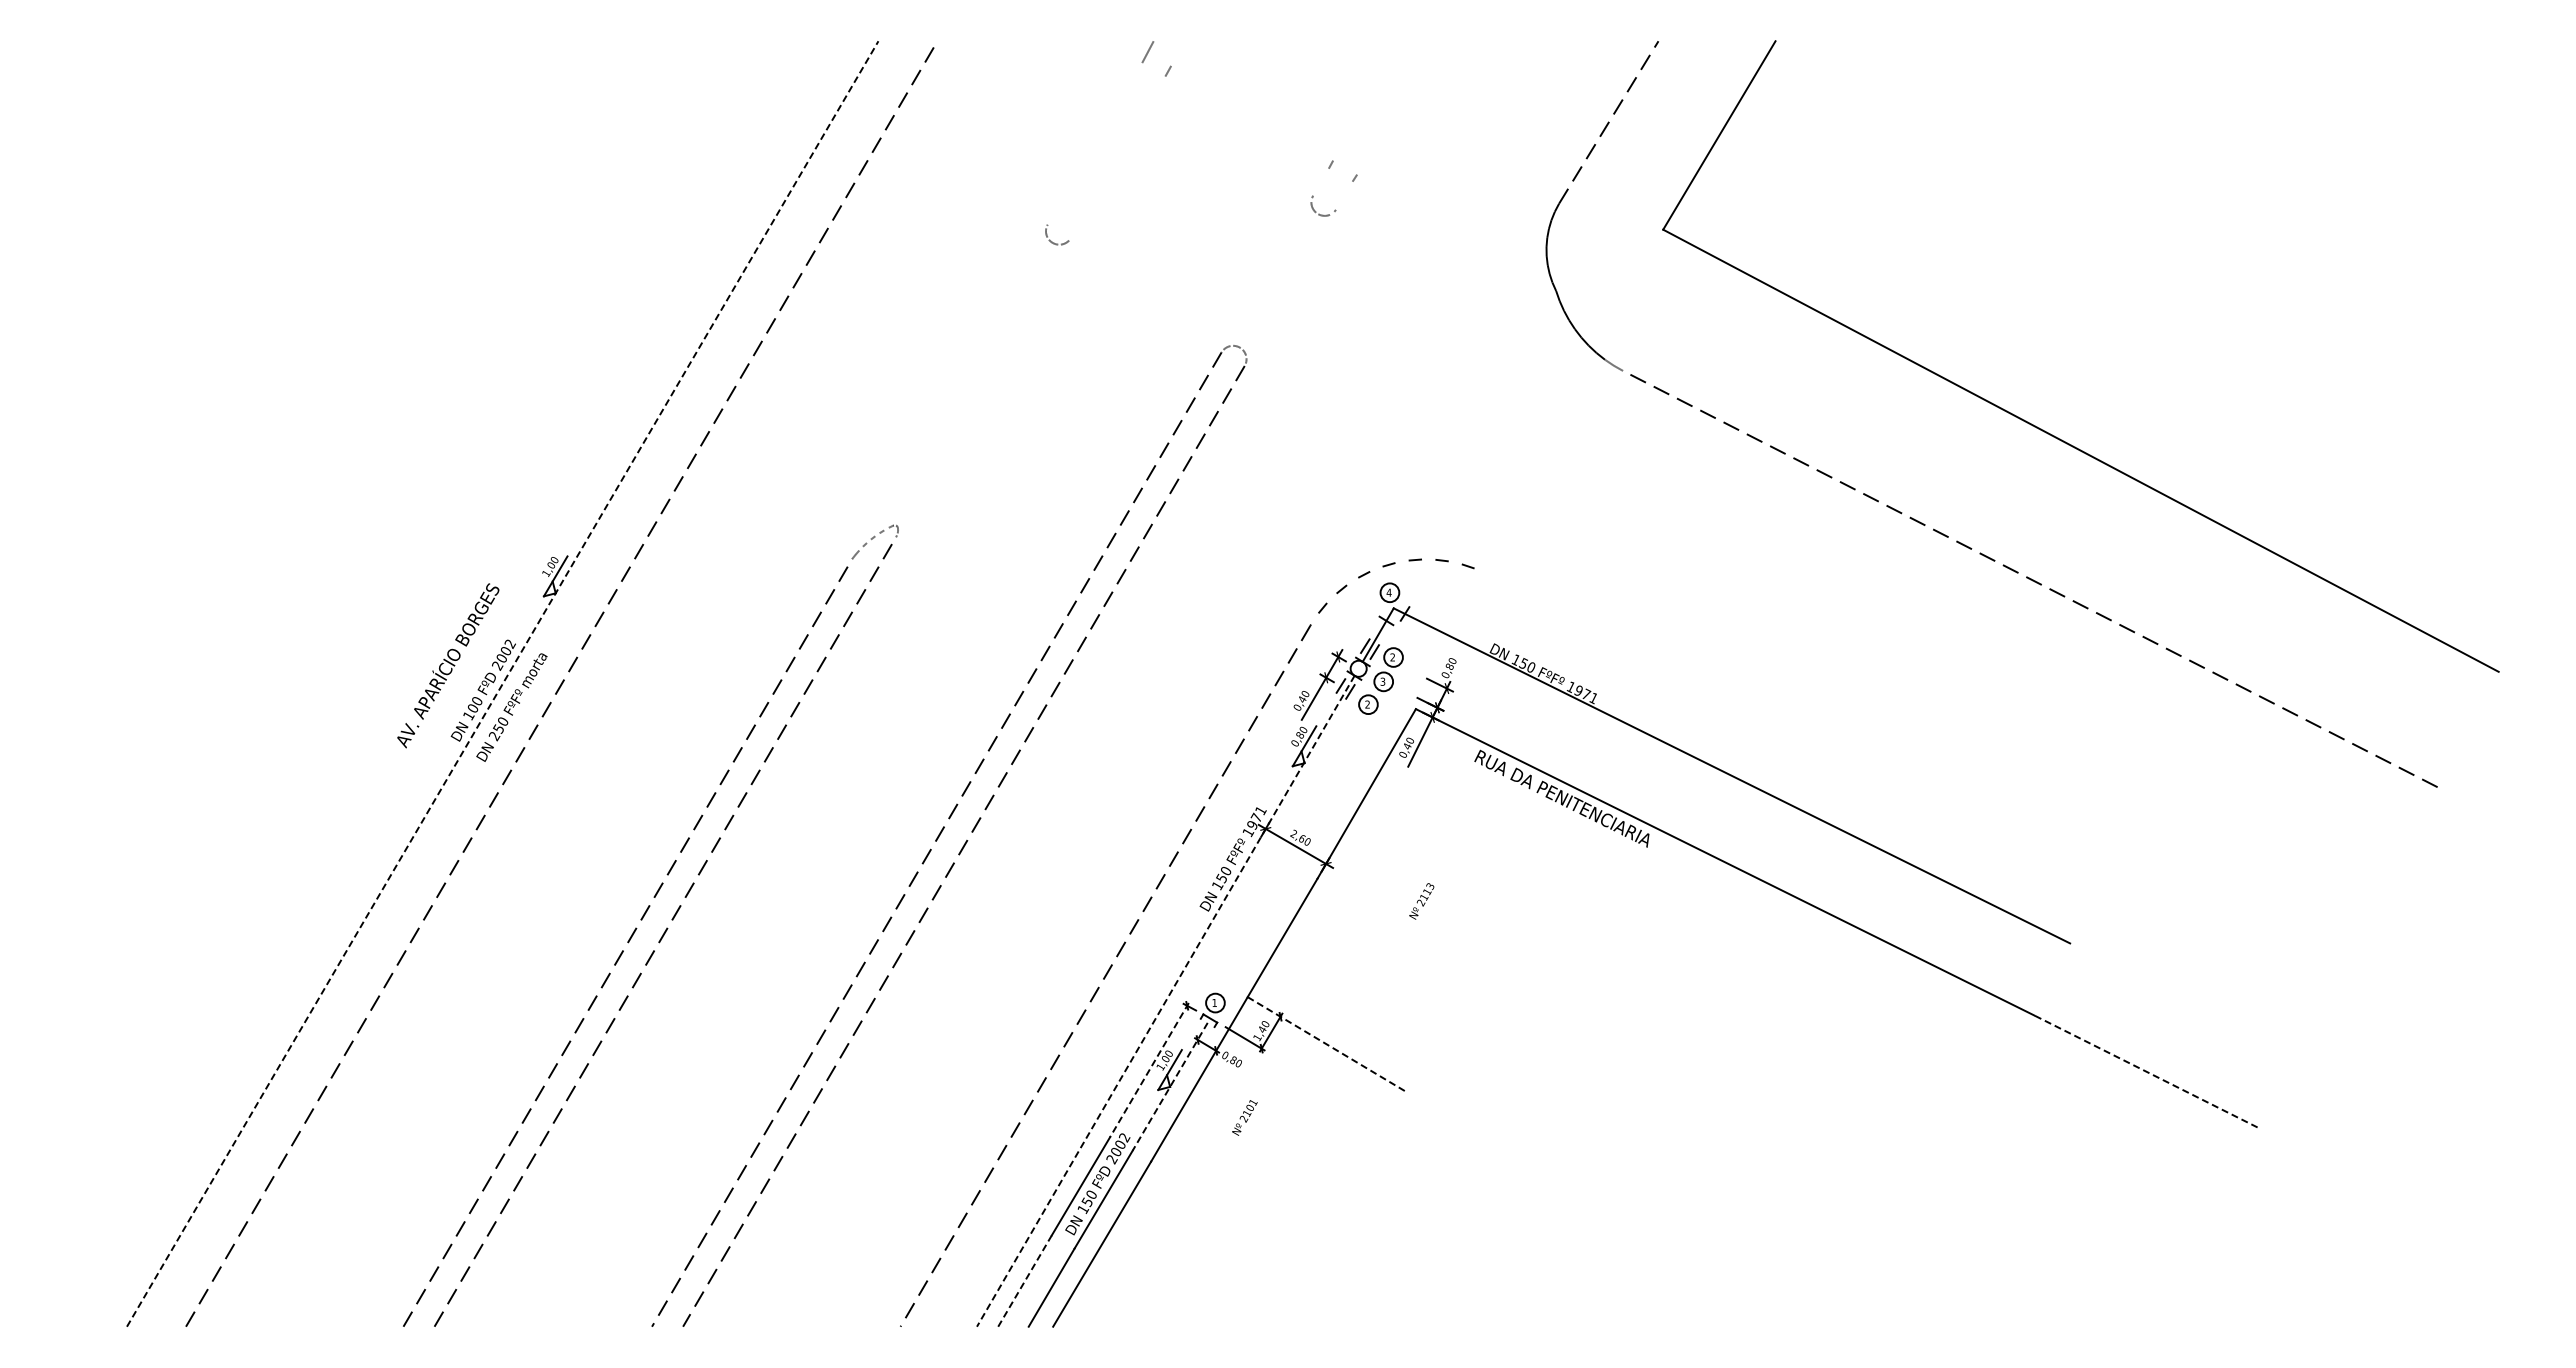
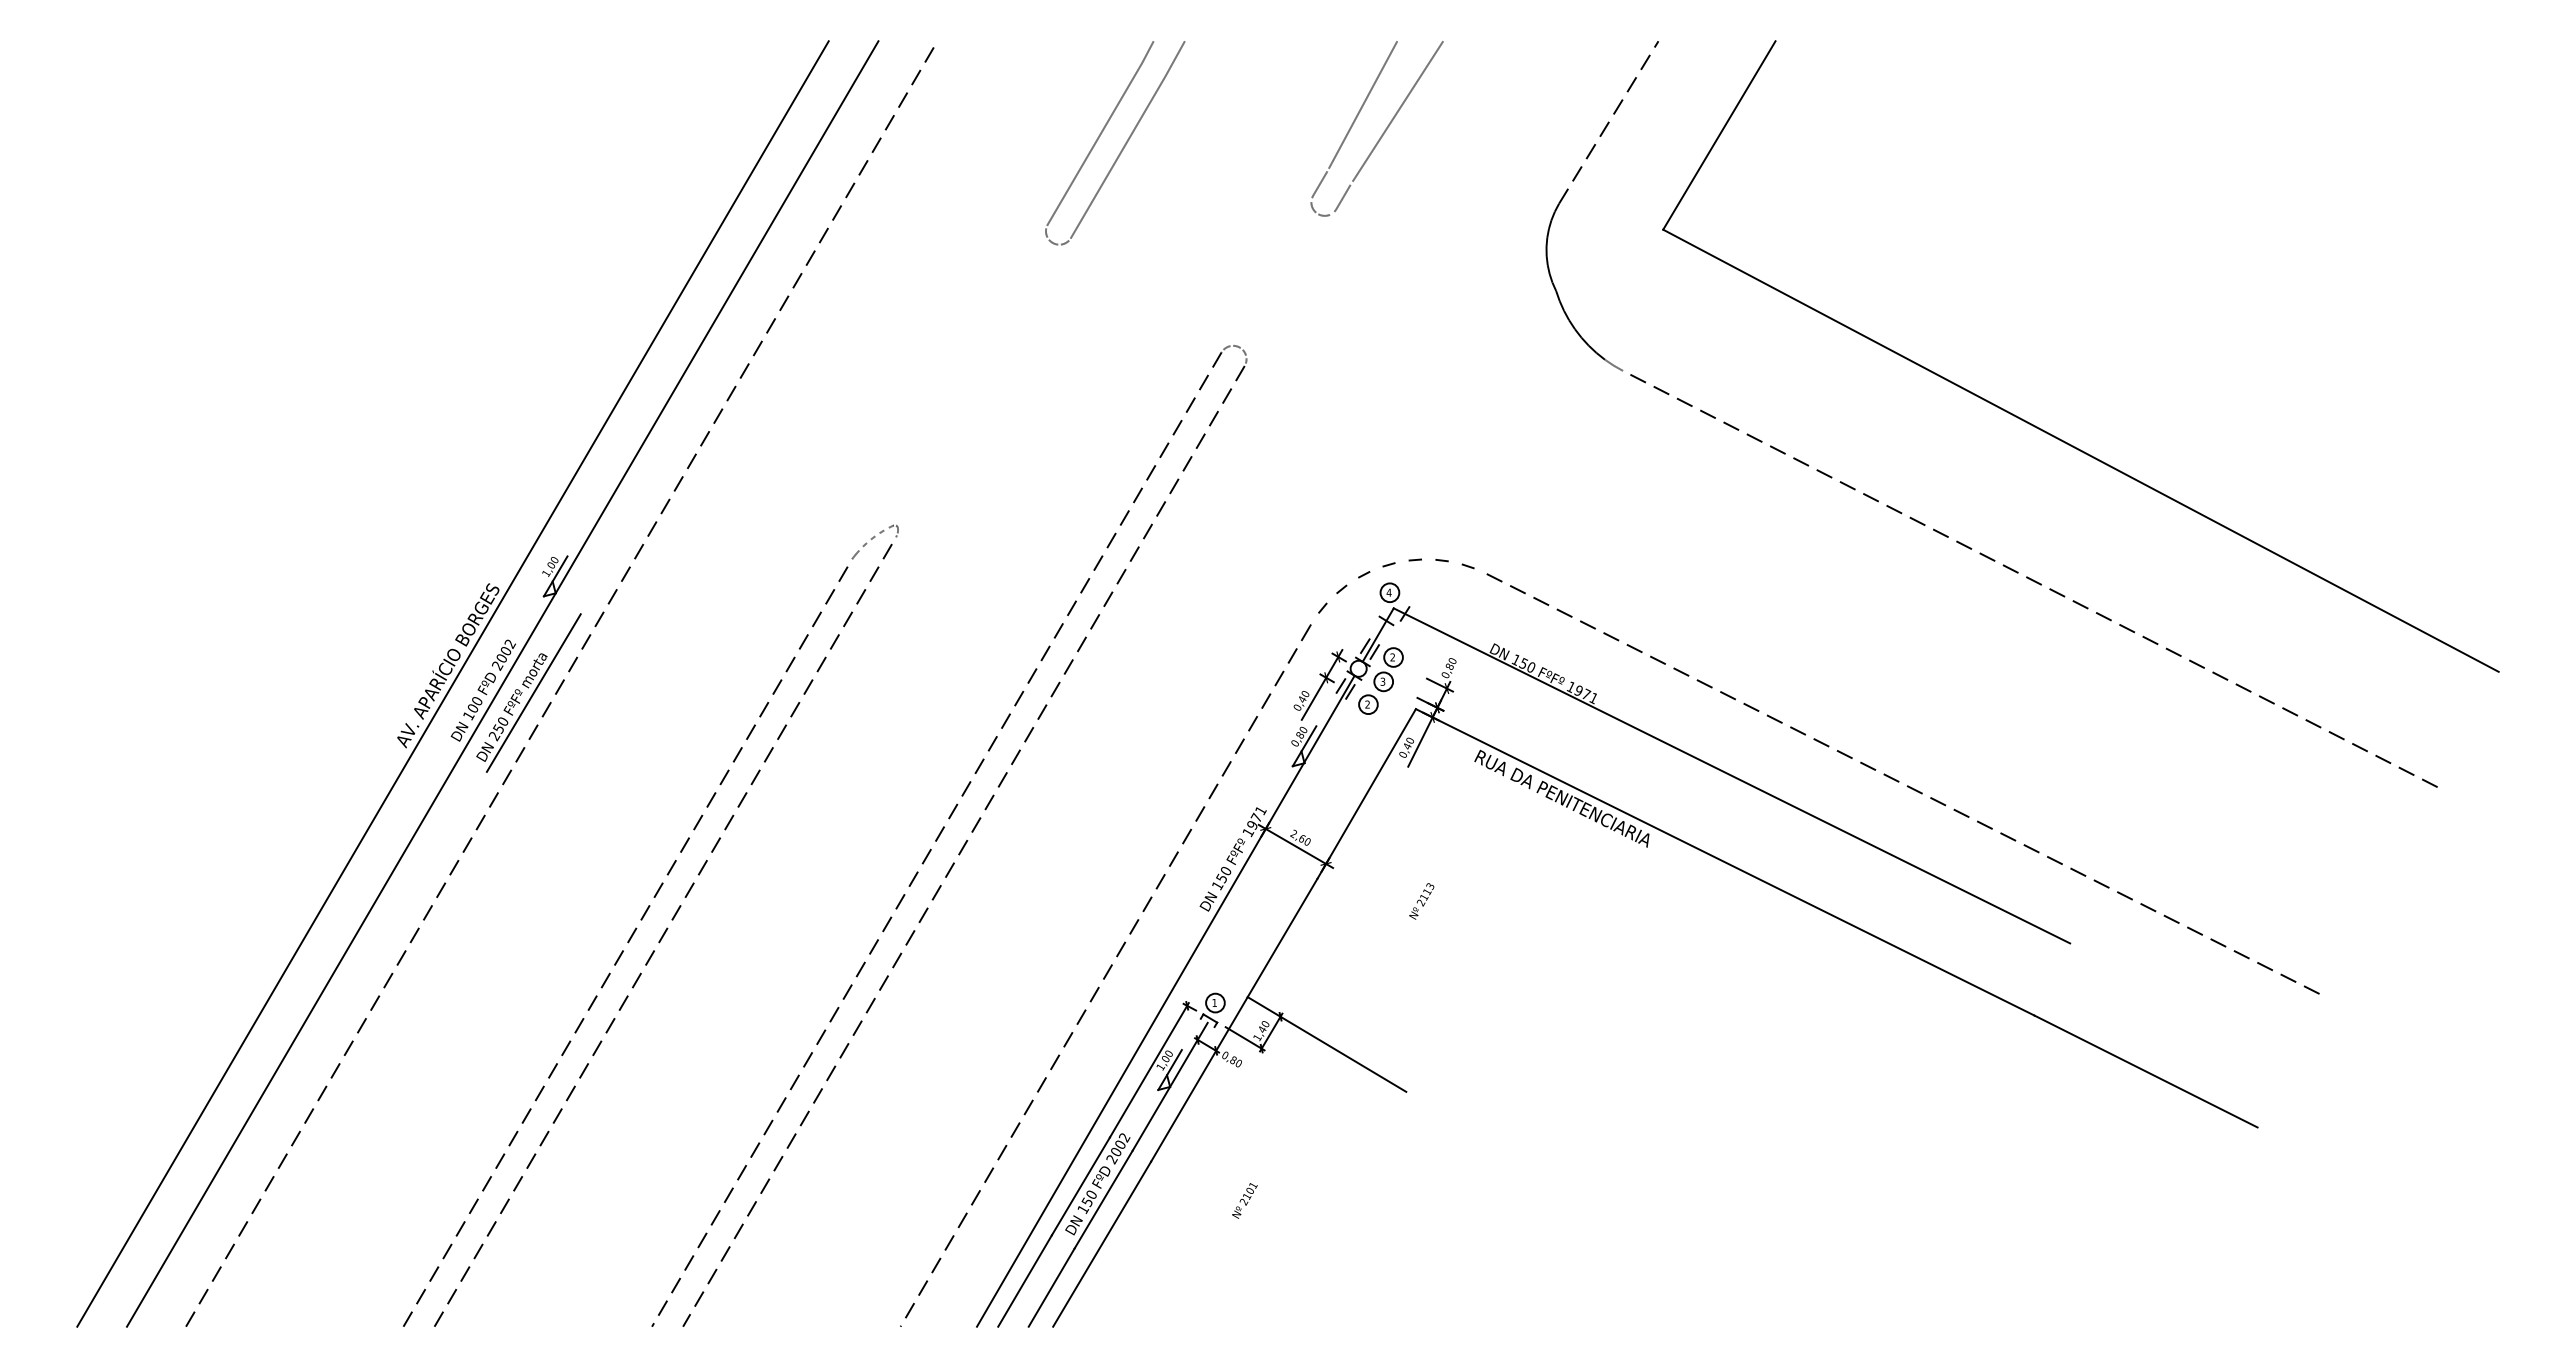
line at (1177, 53): none -> present
line at (1365, 100): none -> present
line at (1400, 107): none -> present
line at (1094, 143): none -> present
line at (1117, 157): none -> present
line at (1320, 183): none -> present
line at (1343, 196): none -> present
line at (452, 683): none -> present
line at (502, 683): dashed -> solid
line at (533, 692): none -> present
line at (1899, 781): none -> present
line at (1165, 1001): dashed -> solid
line at (1327, 1044): dashed -> solid
line at (1149, 1070): dashed -> solid
line at (2146, 1071): dashed -> solid
line at (1169, 1087): dashed -> solid
text at (1244, 1117) position: (1244, 1117) -> (1244, 1200)
line at (1025, 1281): dashed -> solid
